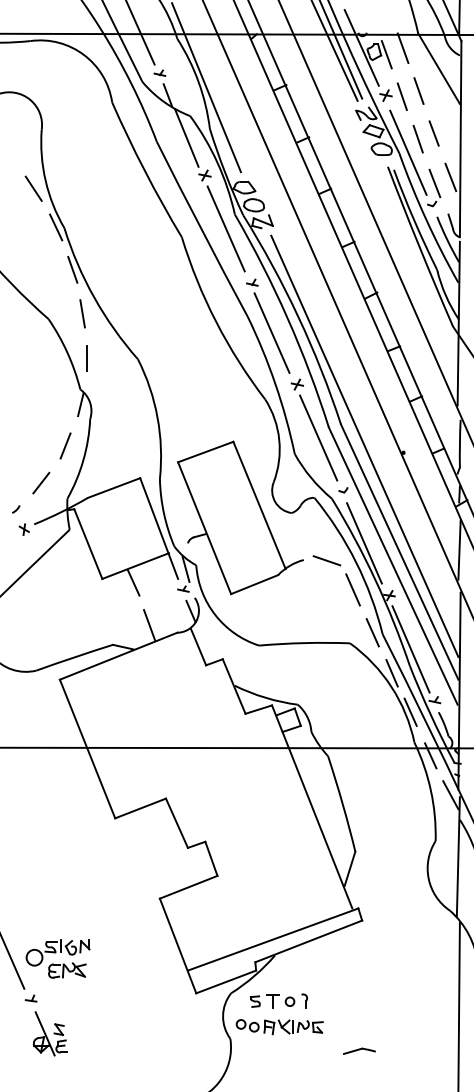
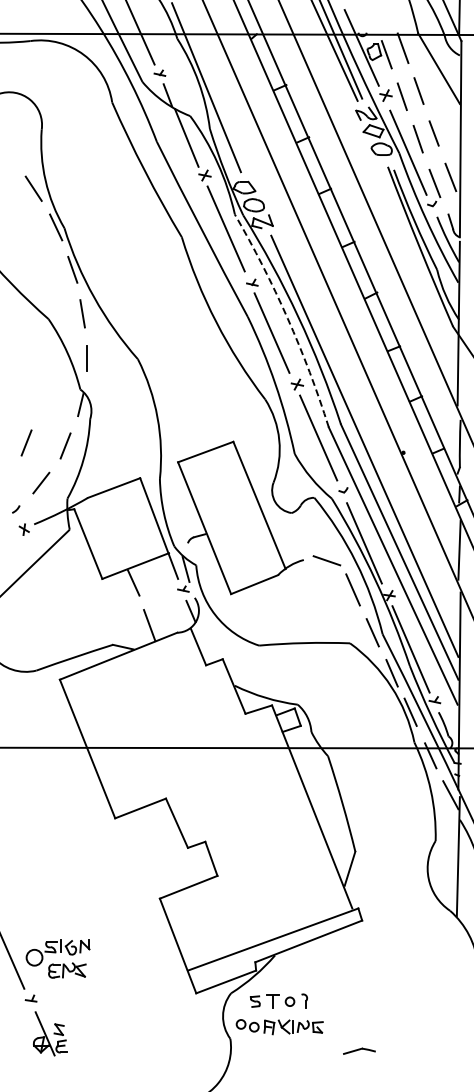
arc at (287, 318): solid -> dashed
line at (26, 442): none -> present
line at (458, 1005): present -> none
